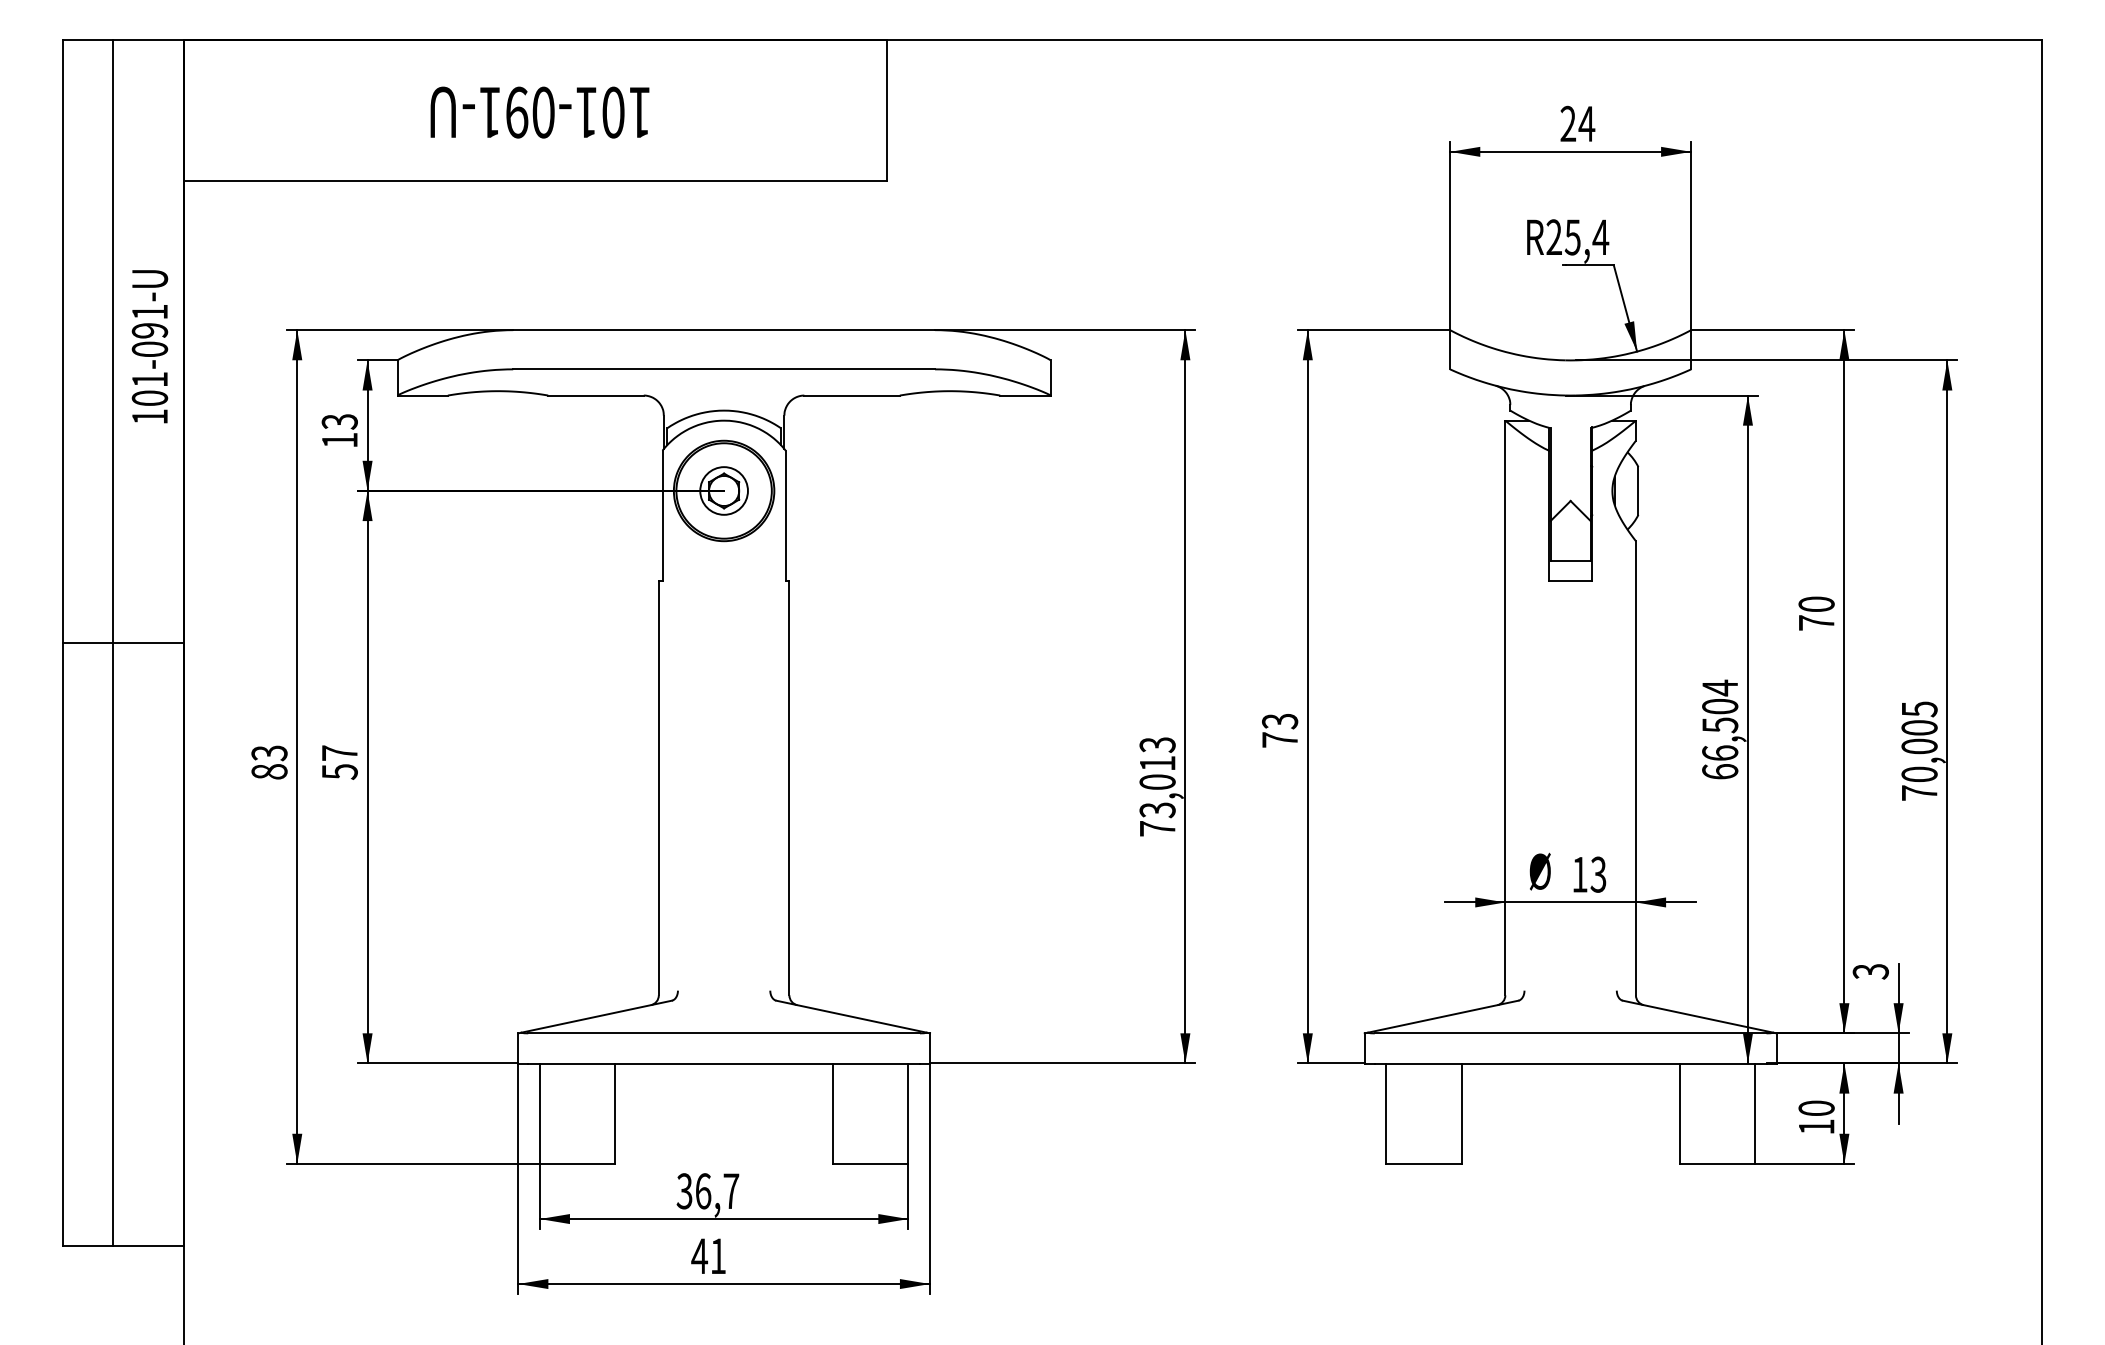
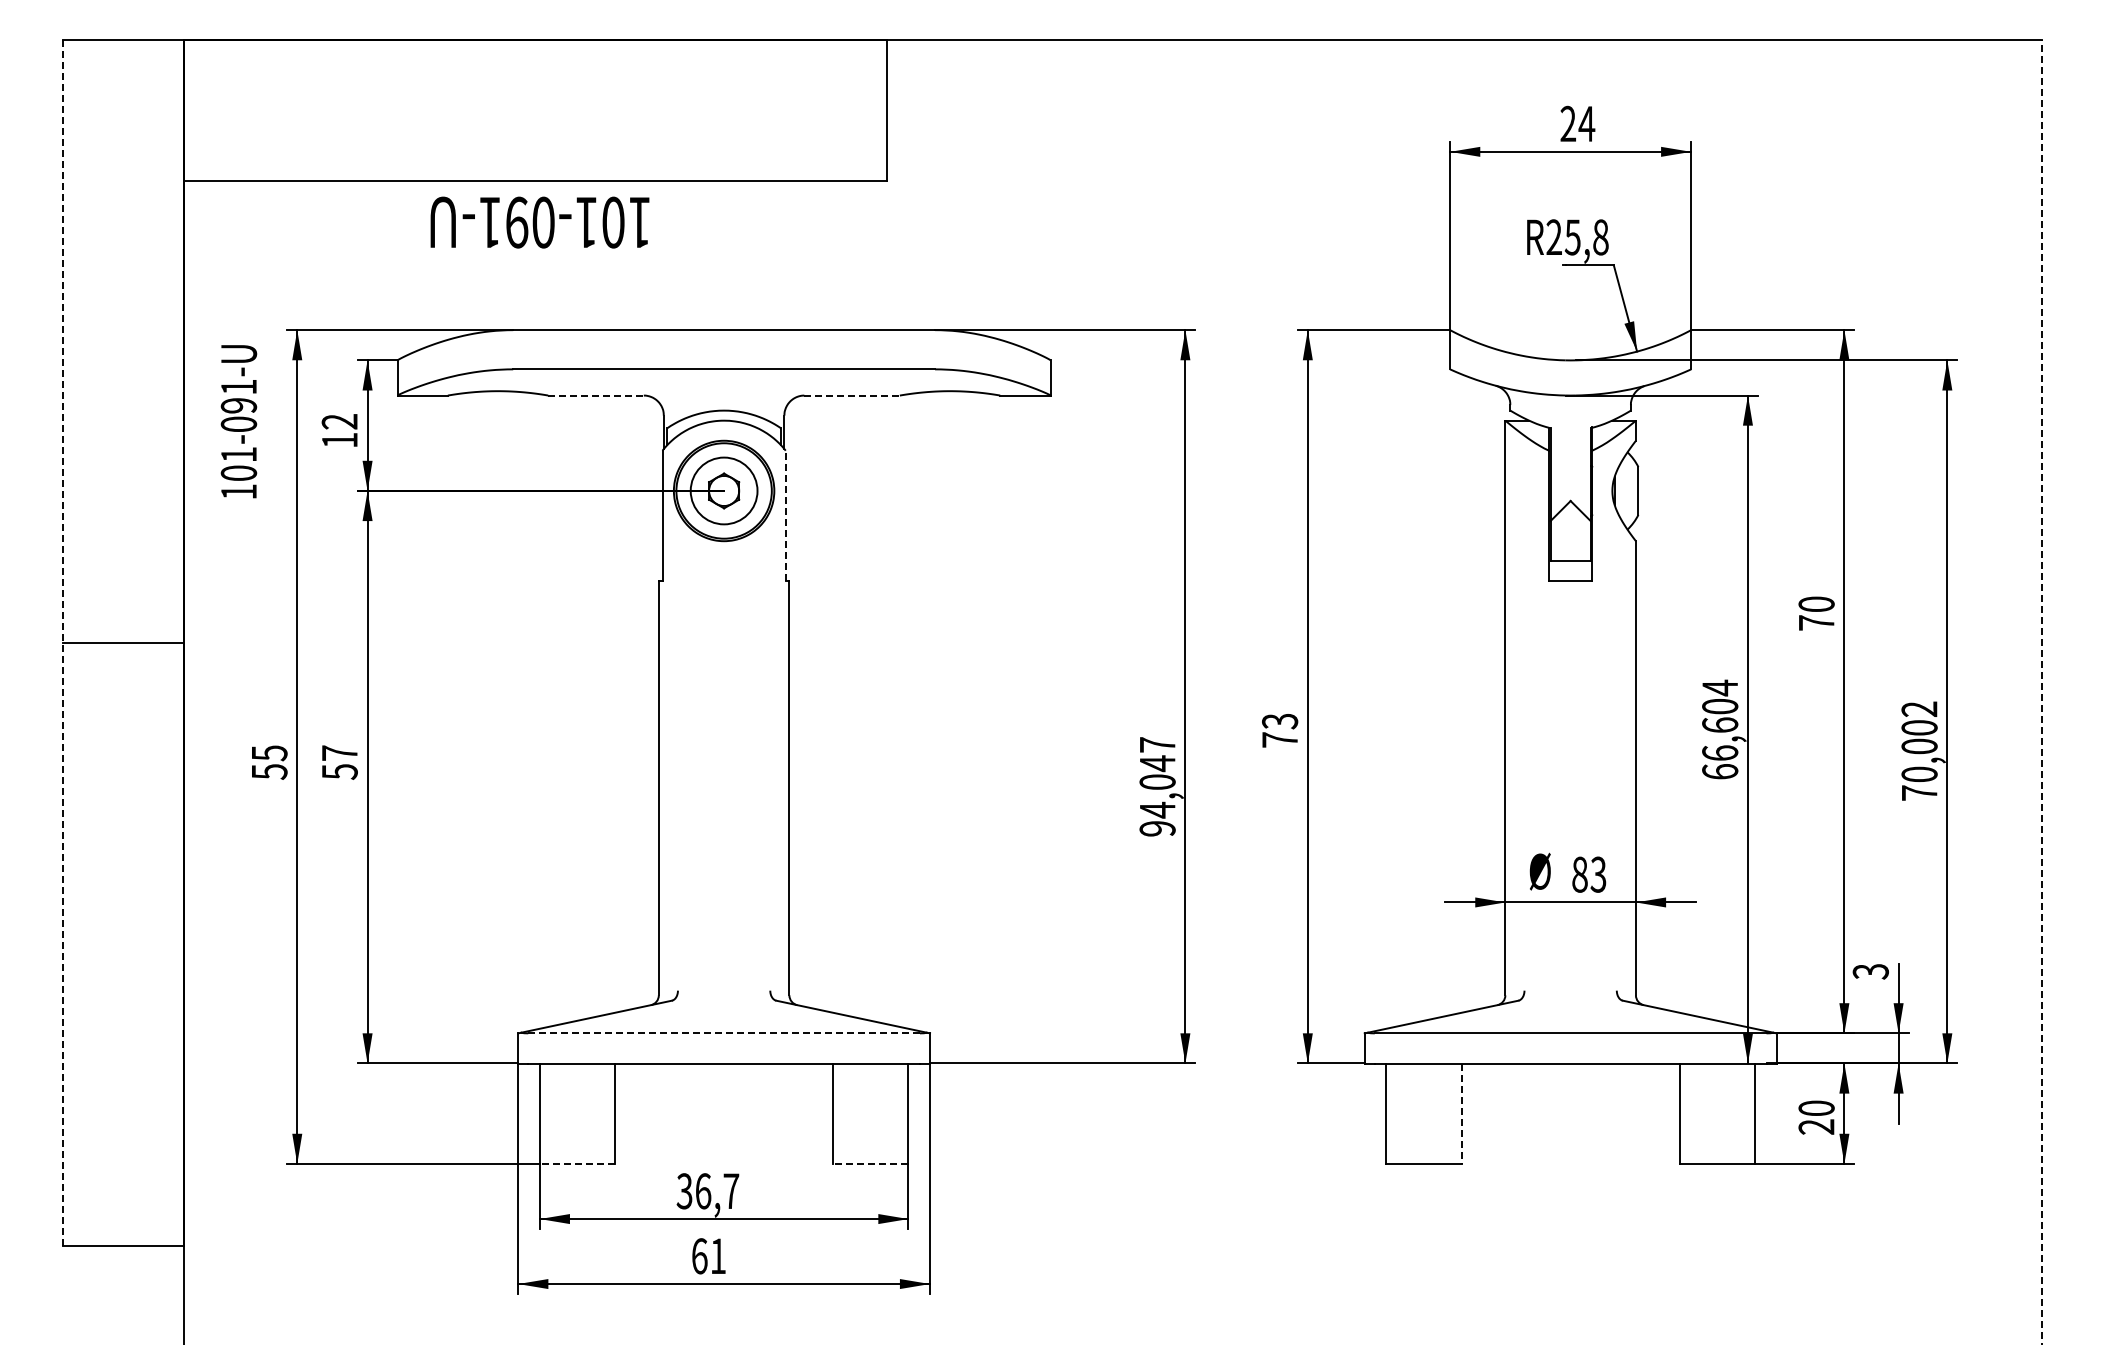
text at (539, 112) position: (539, 112) -> (539, 222)
text at (1600, 237): R25,4 -> R25,8
text at (149, 346) position: (149, 346) -> (238, 421)
line at (596, 395): solid -> dashed
line at (852, 395): solid -> dashed
text at (339, 421): 13 -> 12
circle at (723, 490) diameter: 48 px -> 67 px
line at (785, 515): solid -> dashed
line at (113, 642): present -> none
line at (63, 643): solid -> dashed
line at (2041, 692): solid -> dashed
text at (1919, 709): 70,005 -> 70,002
text at (1720, 725): 66,504 -> 66,604
text at (269, 762): 83 -> 55
text at (1157, 786): 73,013 -> 94,047
text at (1579, 874): 13 -> 83
line at (724, 1033): solid -> dashed
line at (1461, 1114): solid -> dashed
text at (1816, 1126): 10 -> 20
line at (577, 1163): solid -> dashed
line at (870, 1163): solid -> dashed
text at (699, 1256): 41 -> 61
